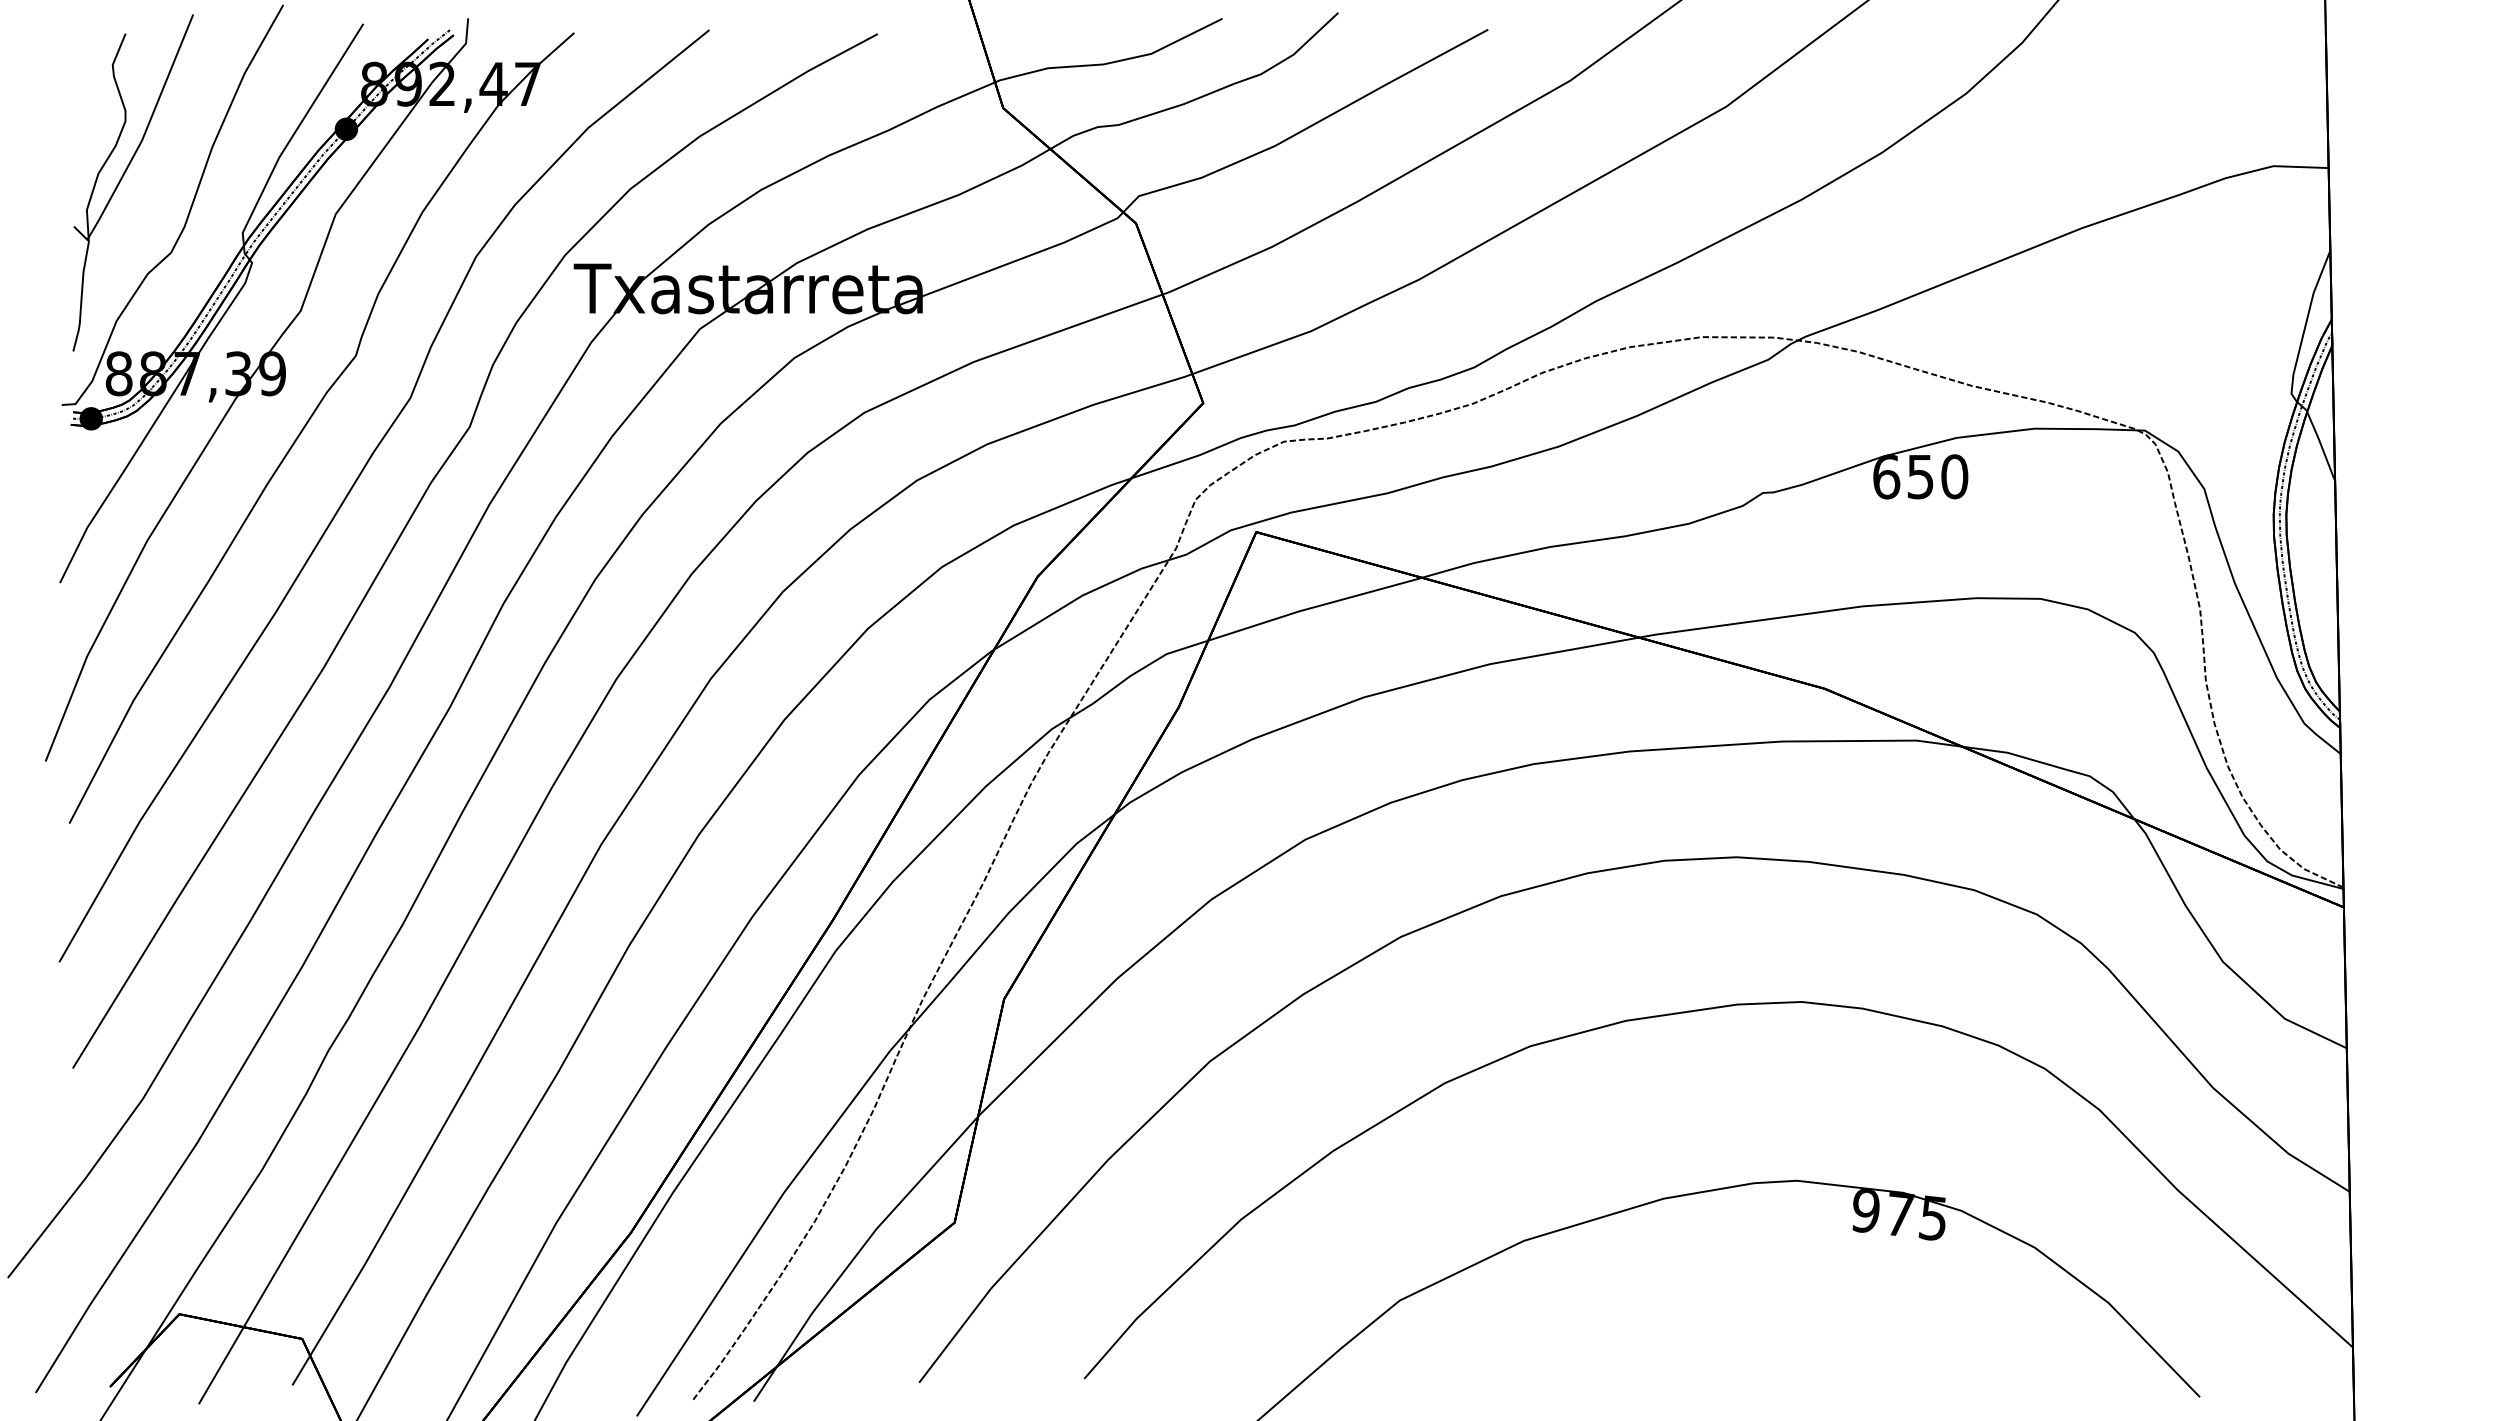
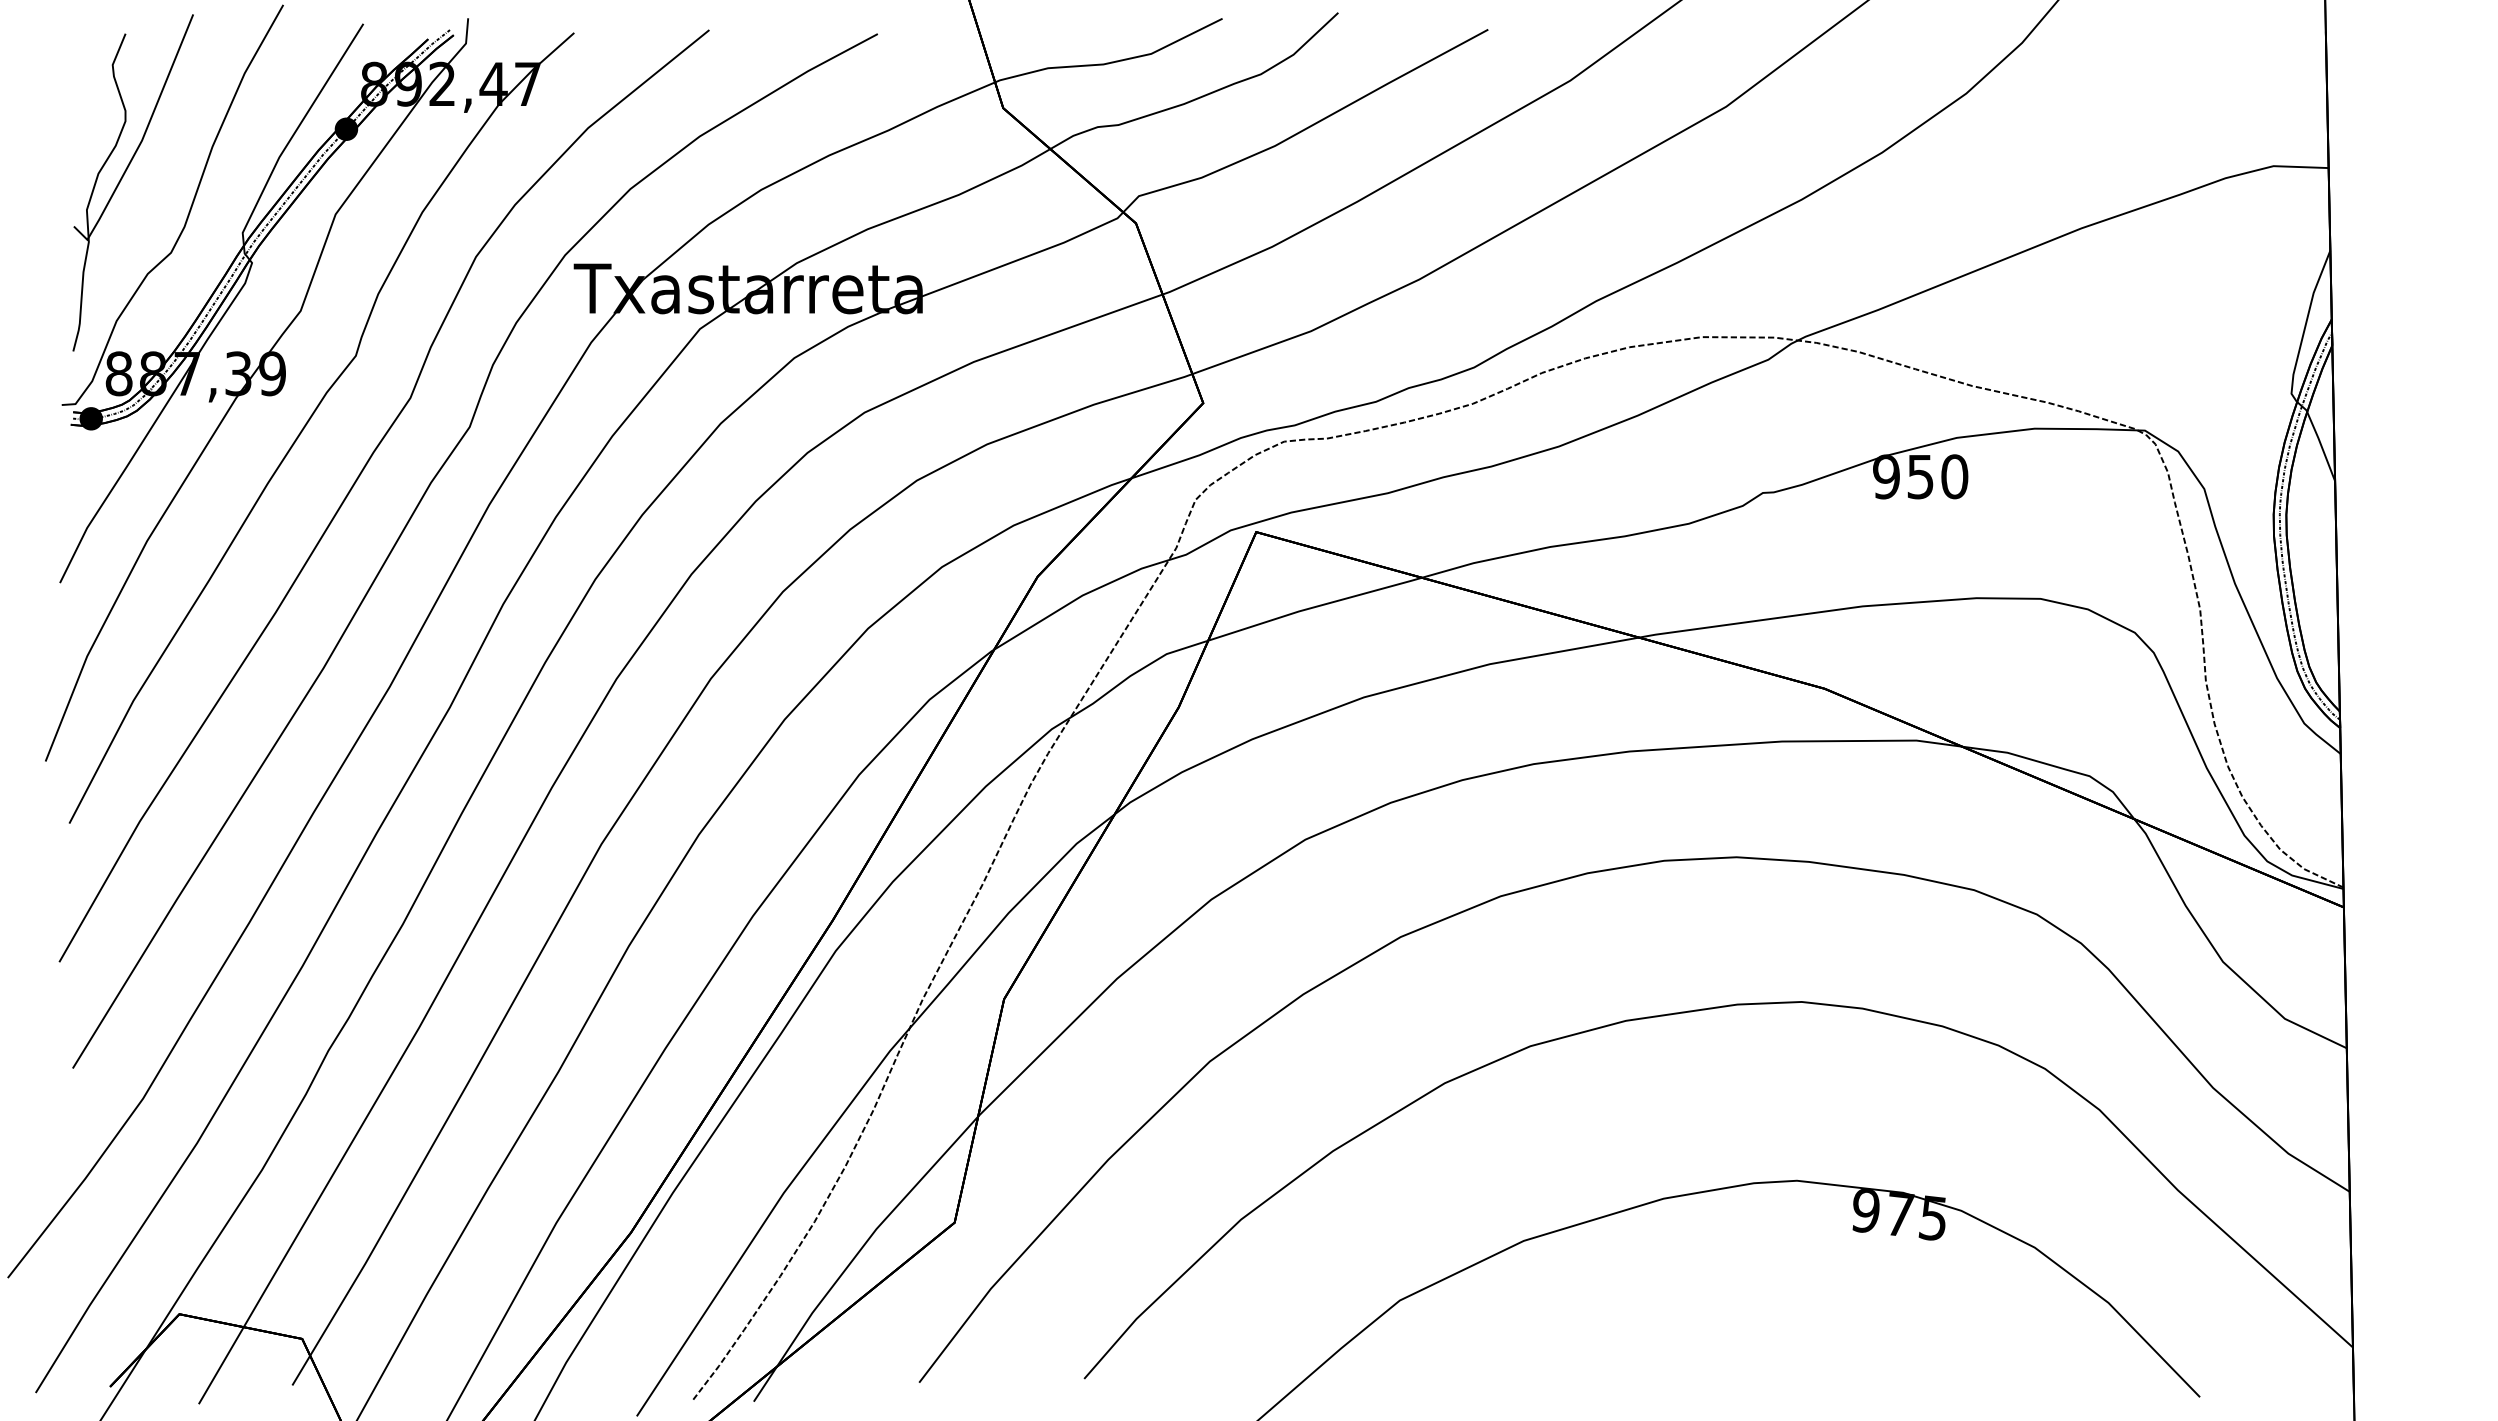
text at (1886, 476): 650 -> 950
